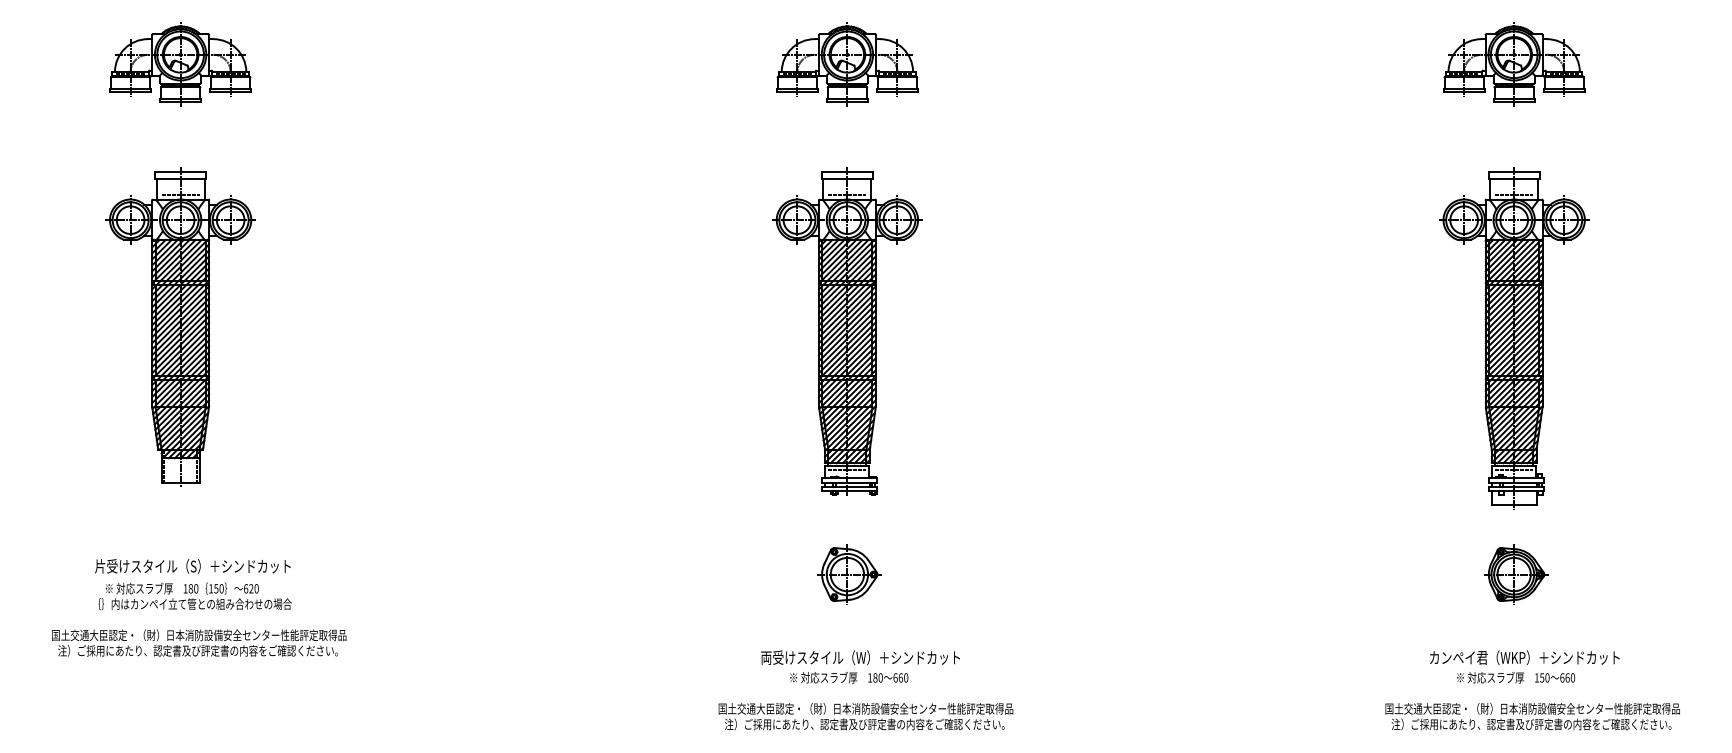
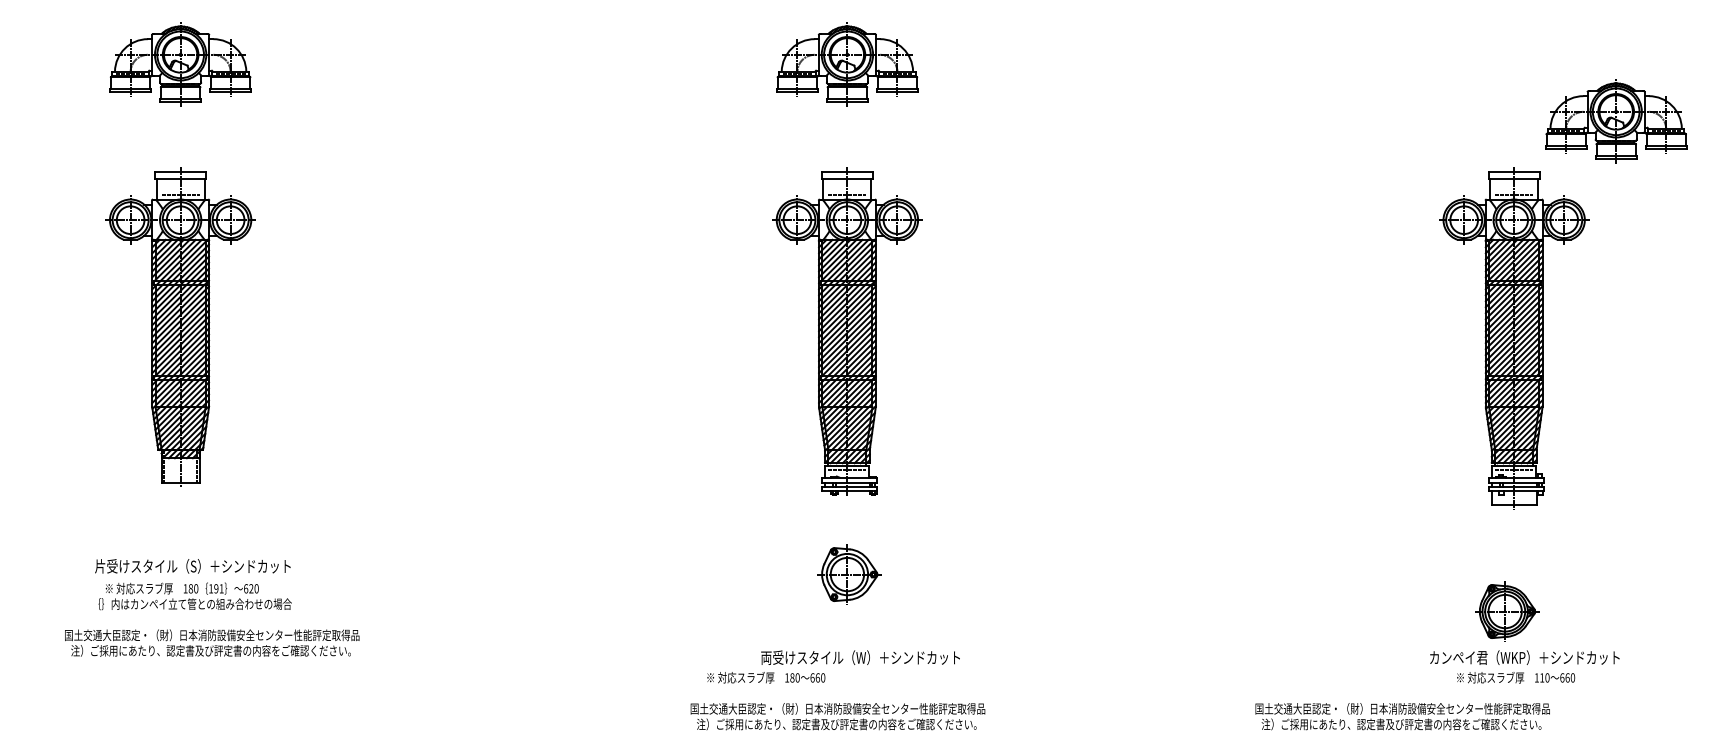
part at (1514, 64) position: (1514, 64) -> (1616, 121)
part at (1516, 574) position: (1516, 574) -> (1507, 611)
text at (218, 588): 150 -> 191
text at (199, 642) position: (199, 642) -> (212, 642)
text at (849, 677) position: (849, 677) -> (766, 677)
text at (1542, 677): 150 -> 110
text at (865, 716) position: (865, 716) -> (837, 716)
text at (1532, 716) position: (1532, 716) -> (1402, 716)
